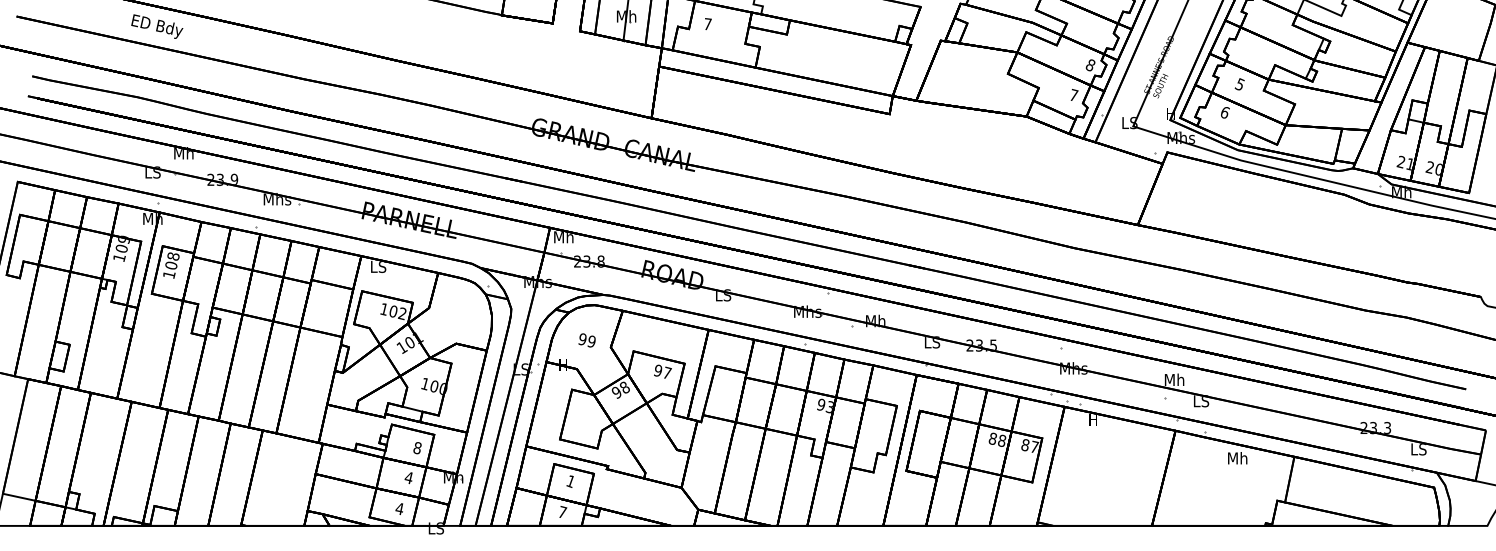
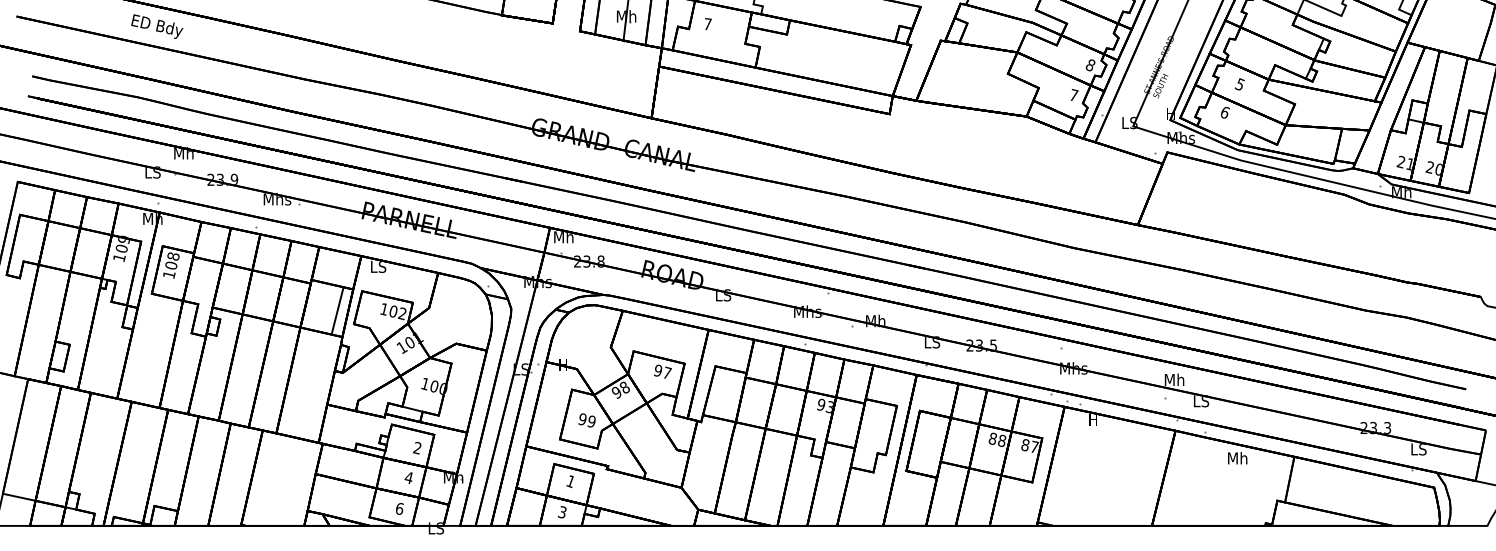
line at (337, 310): none -> present
text at (586, 340) position: (586, 340) -> (586, 420)
text at (417, 447): 8 -> 2
text at (399, 509): 4 -> 6
text at (562, 512): 7 -> 3
